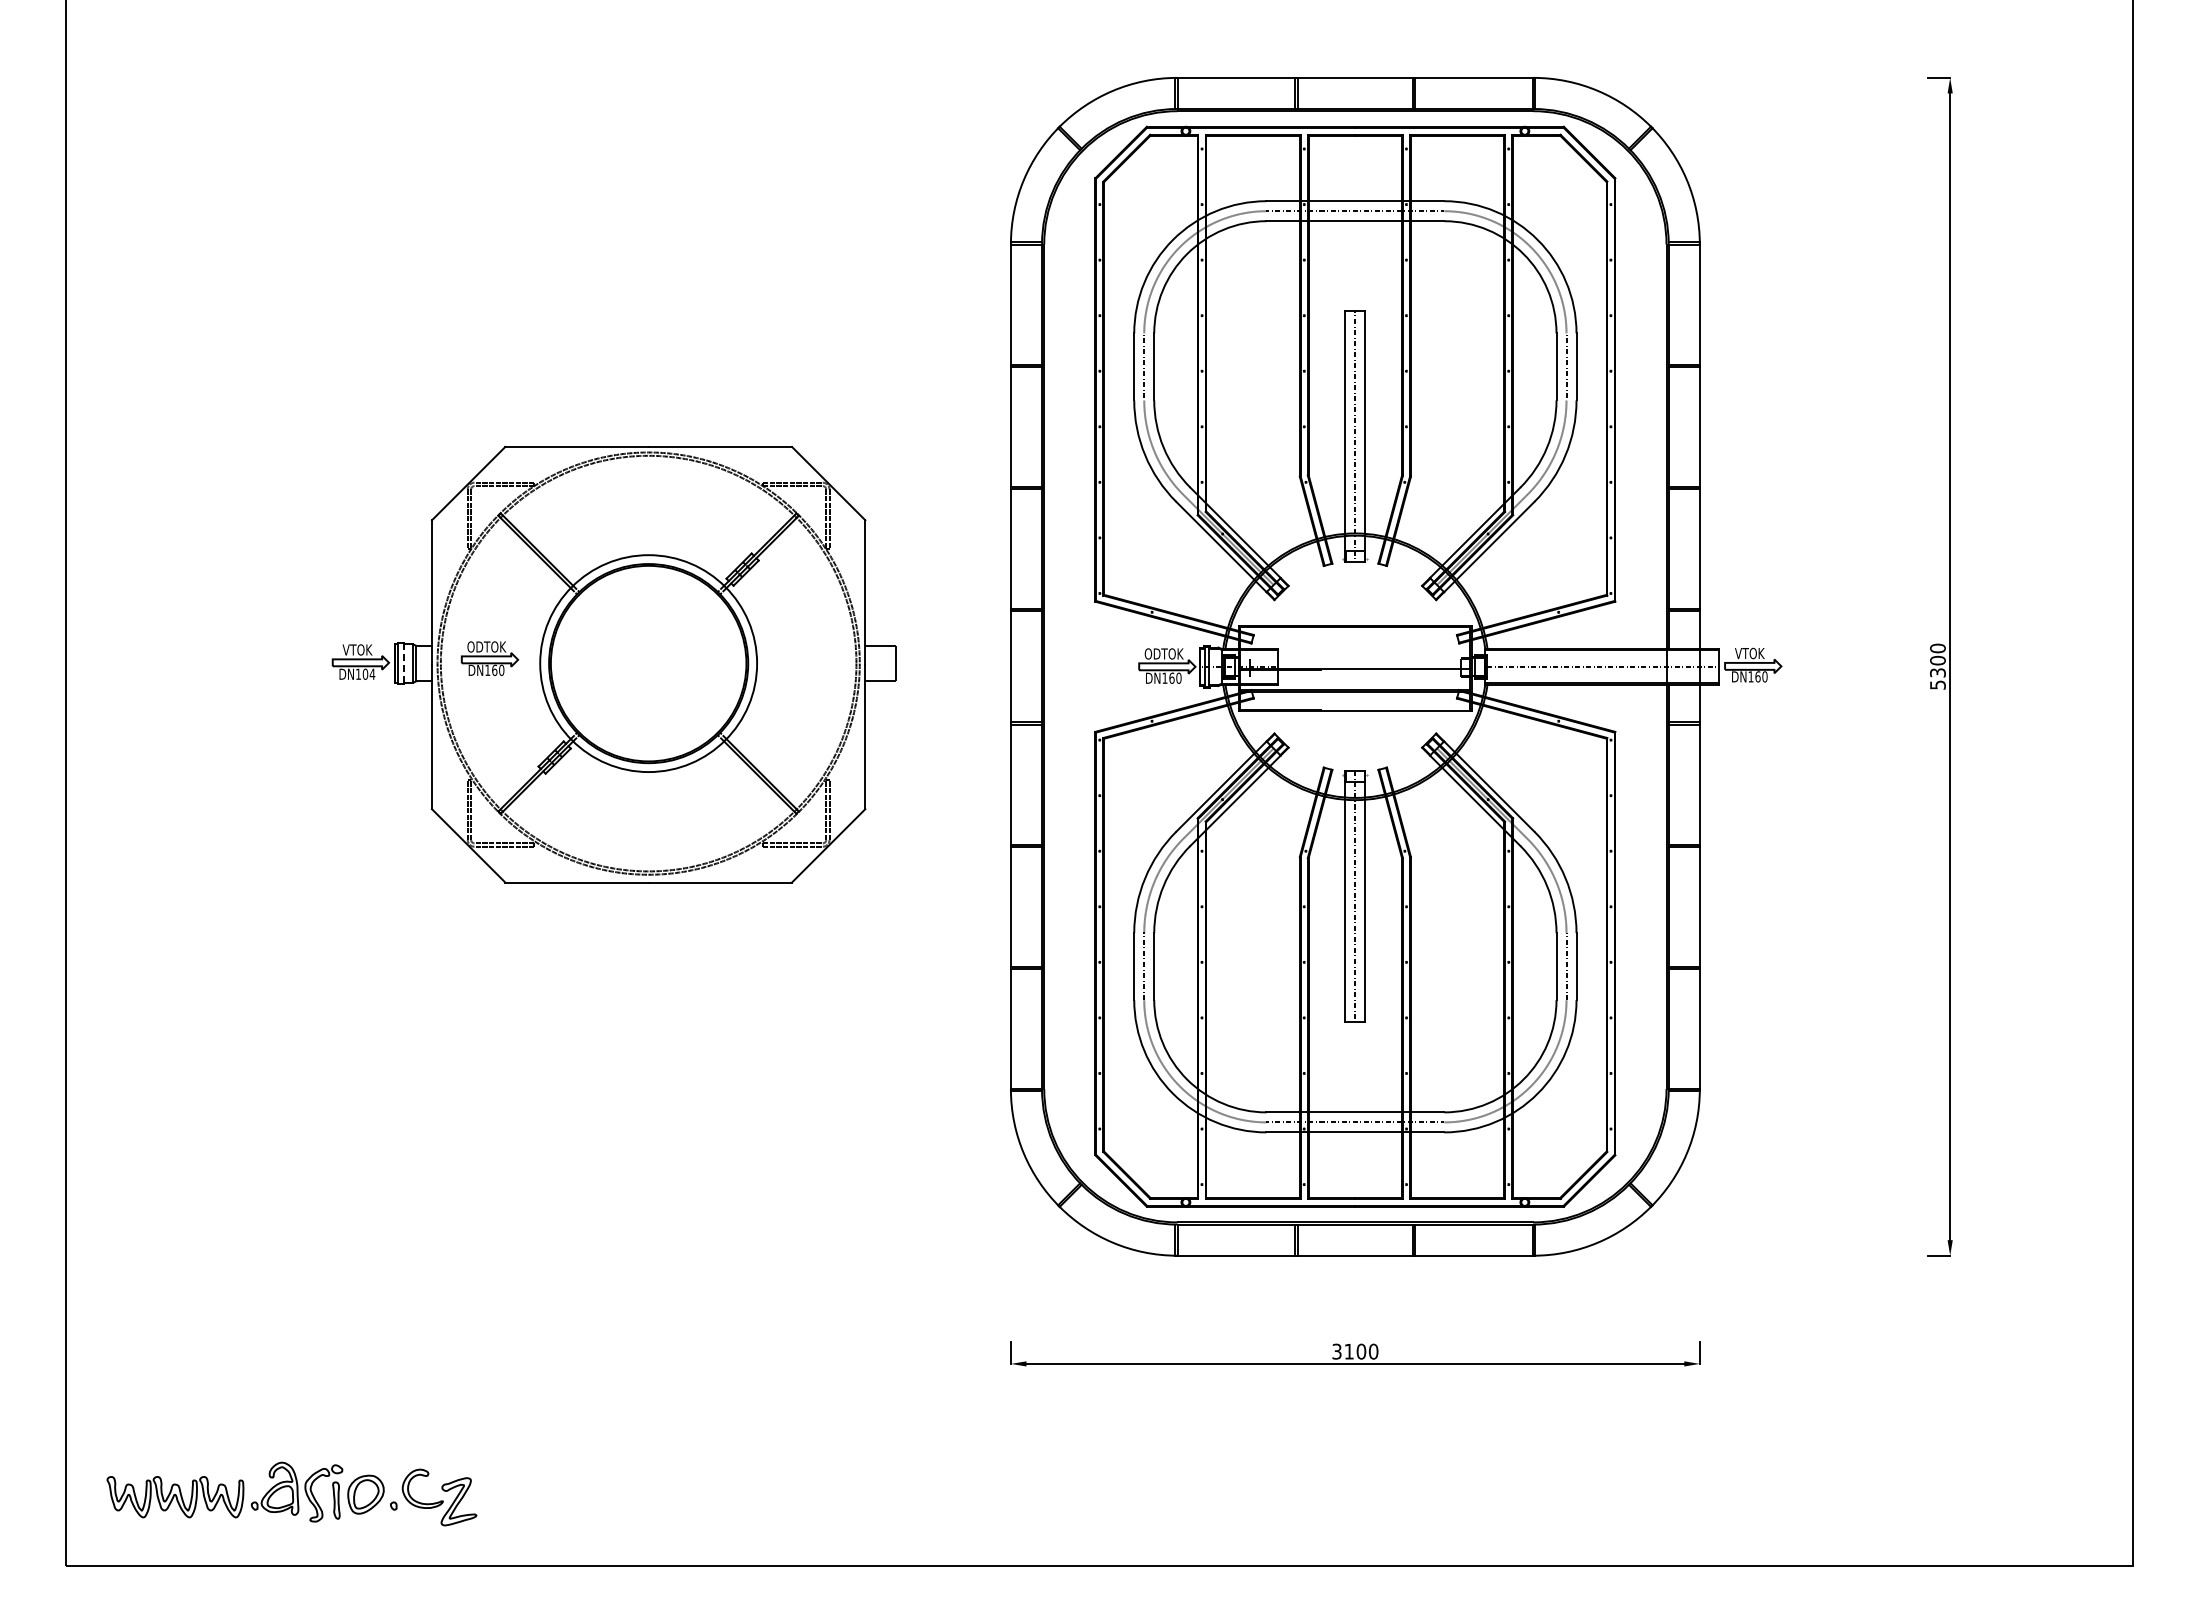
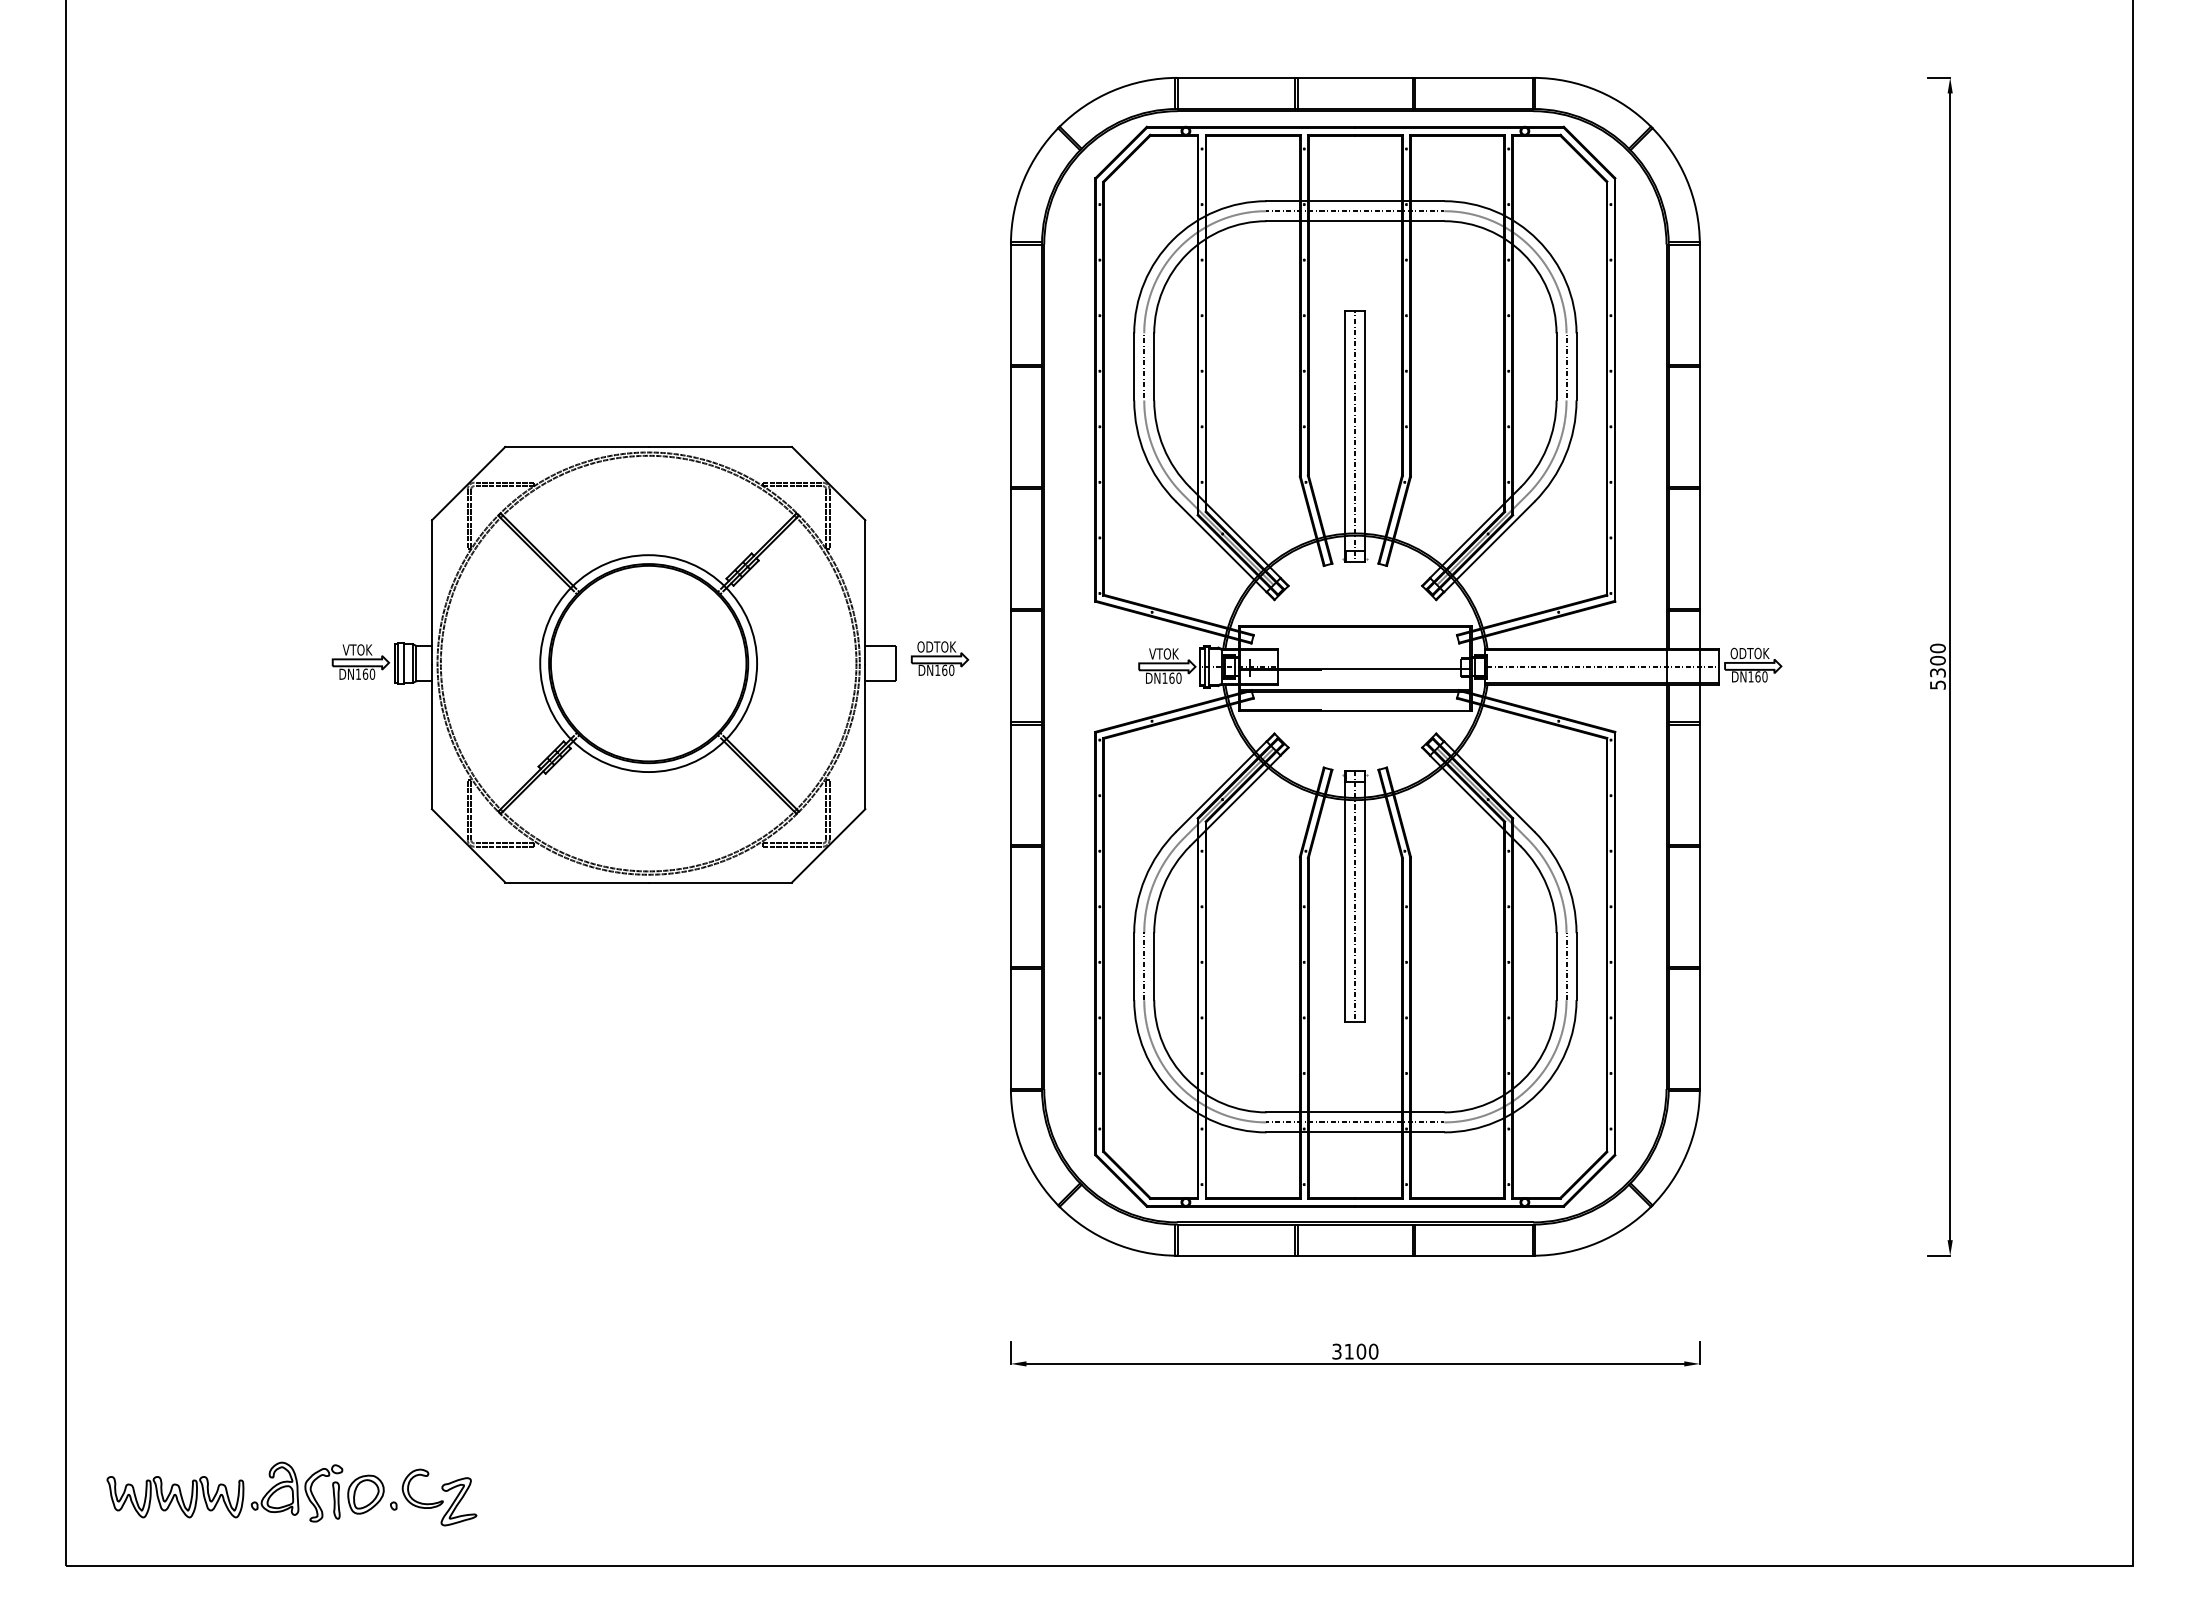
text at (1163, 653): ODTOK -> VTOK
text at (1749, 653): VTOK -> ODTOK
part at (489, 658) position: (489, 658) -> (939, 658)
line at (404, 663): dashed -> solid
text at (369, 673): DN104 -> DN160
